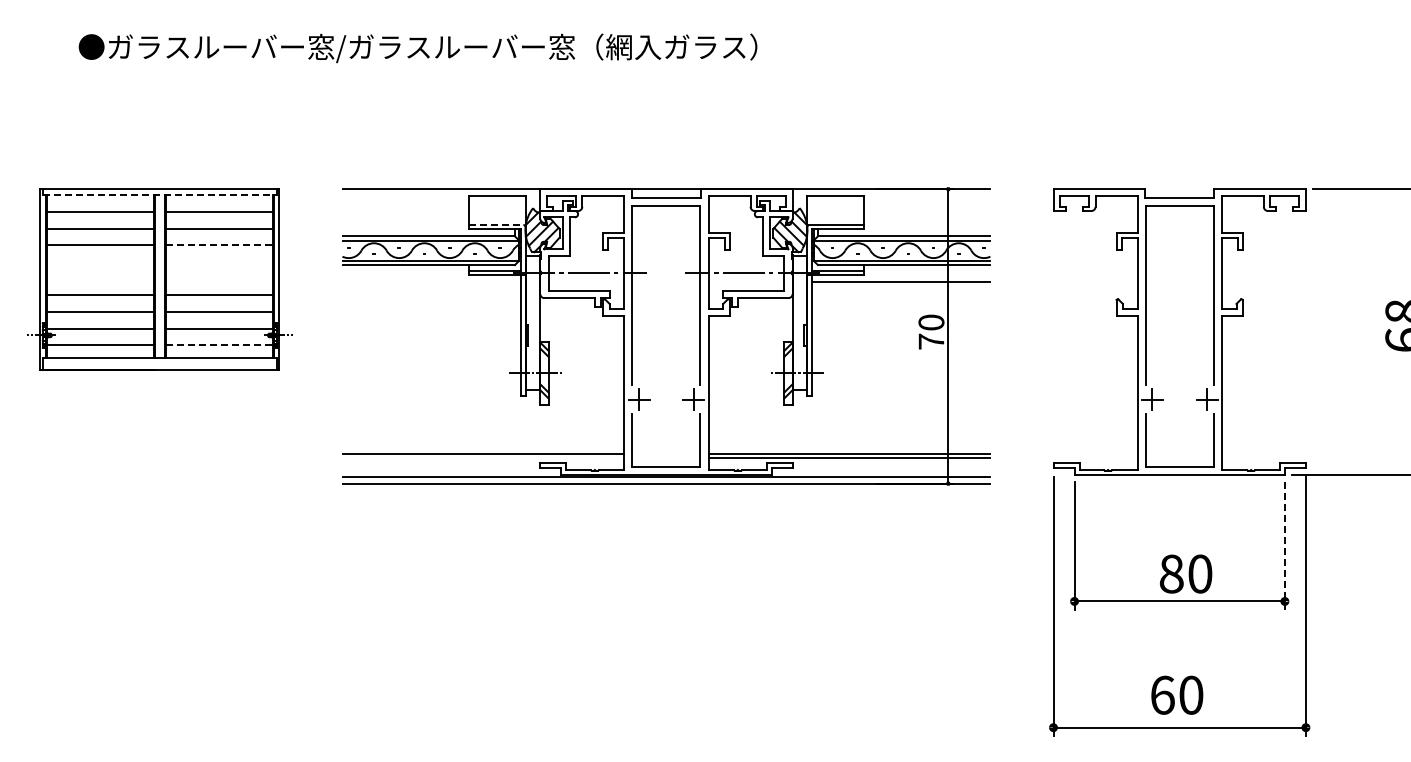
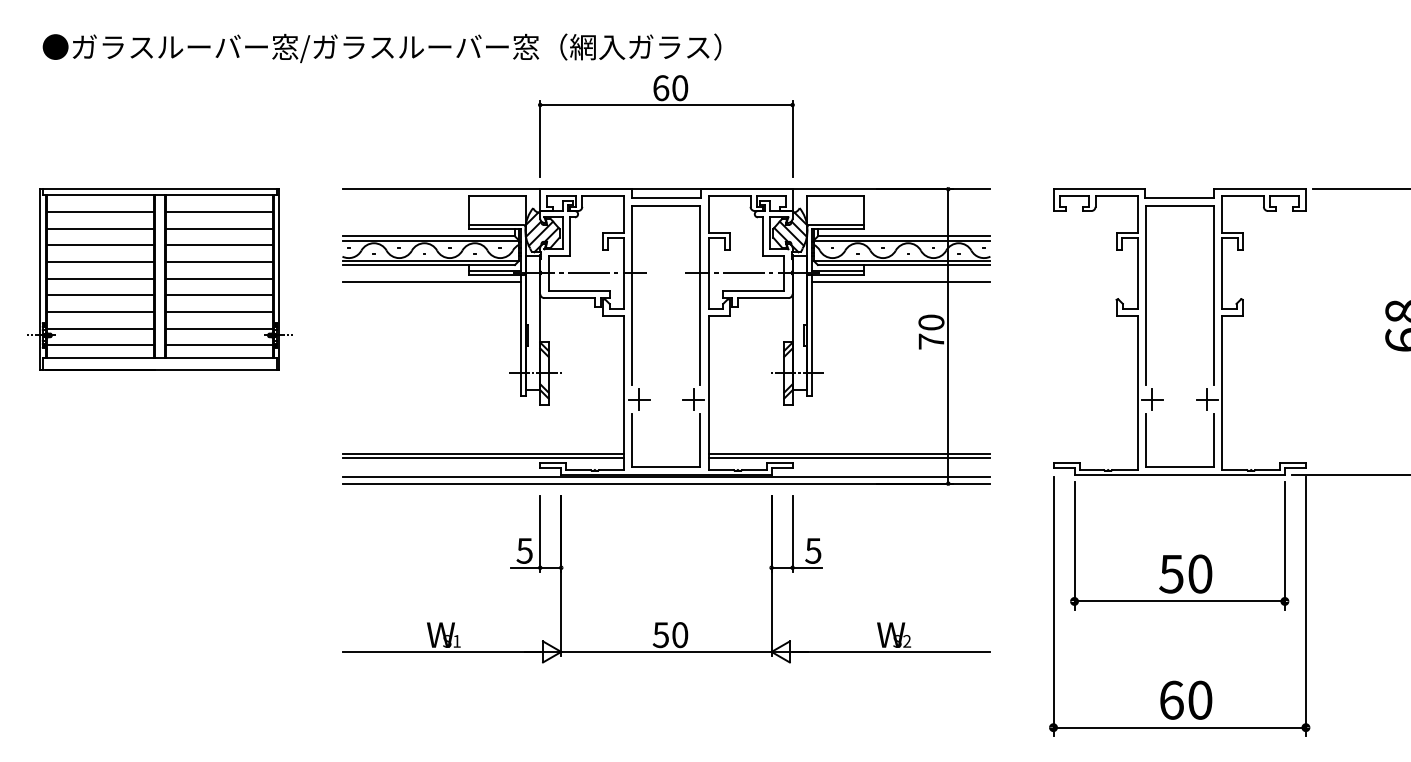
text at (417, 48) position: (417, 48) -> (381, 48)
part at (666, 105): none -> present
line at (160, 195): dashed -> solid
line at (496, 224): dashed -> solid
line at (220, 245): dashed -> solid
line at (99, 261): none -> present
line at (219, 261): none -> present
line at (99, 278): none -> present
line at (219, 278): none -> present
line at (431, 281): none -> present
line at (220, 345): dashed -> solid
line at (483, 458): none -> present
line at (1284, 546): dashed -> solid
text at (1171, 573): 80 -> 50
part at (666, 622): none -> present
text at (1177, 694) position: (1177, 694) -> (1186, 699)
